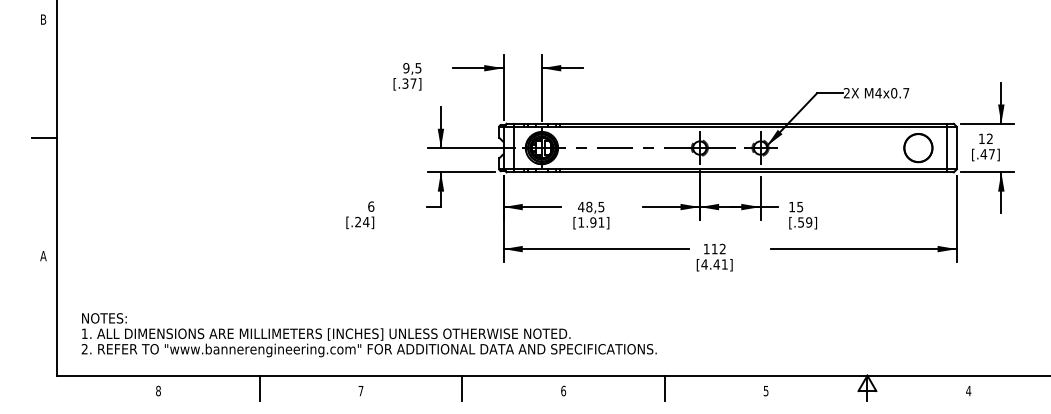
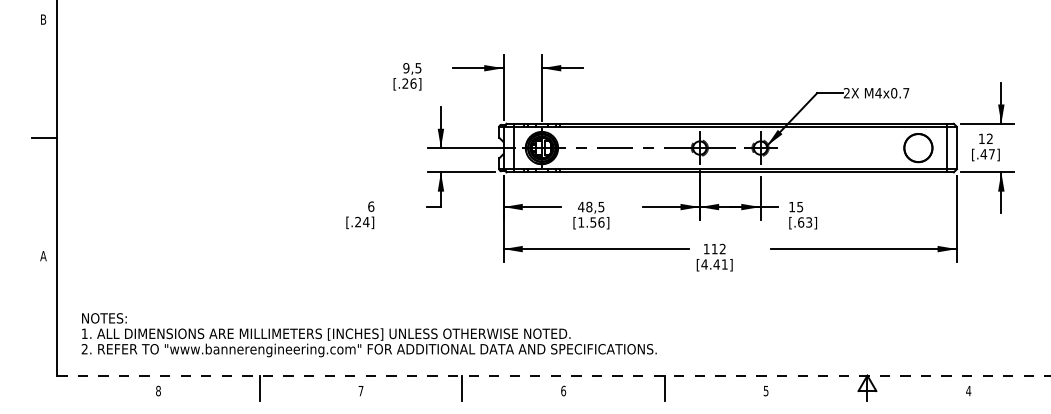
text at (409, 83): [.37] -> [.26]
text at (597, 222): [1.91] -> [1.56]
text at (805, 222): [.59] -> [.63]
line at (554, 375): solid -> dashed
